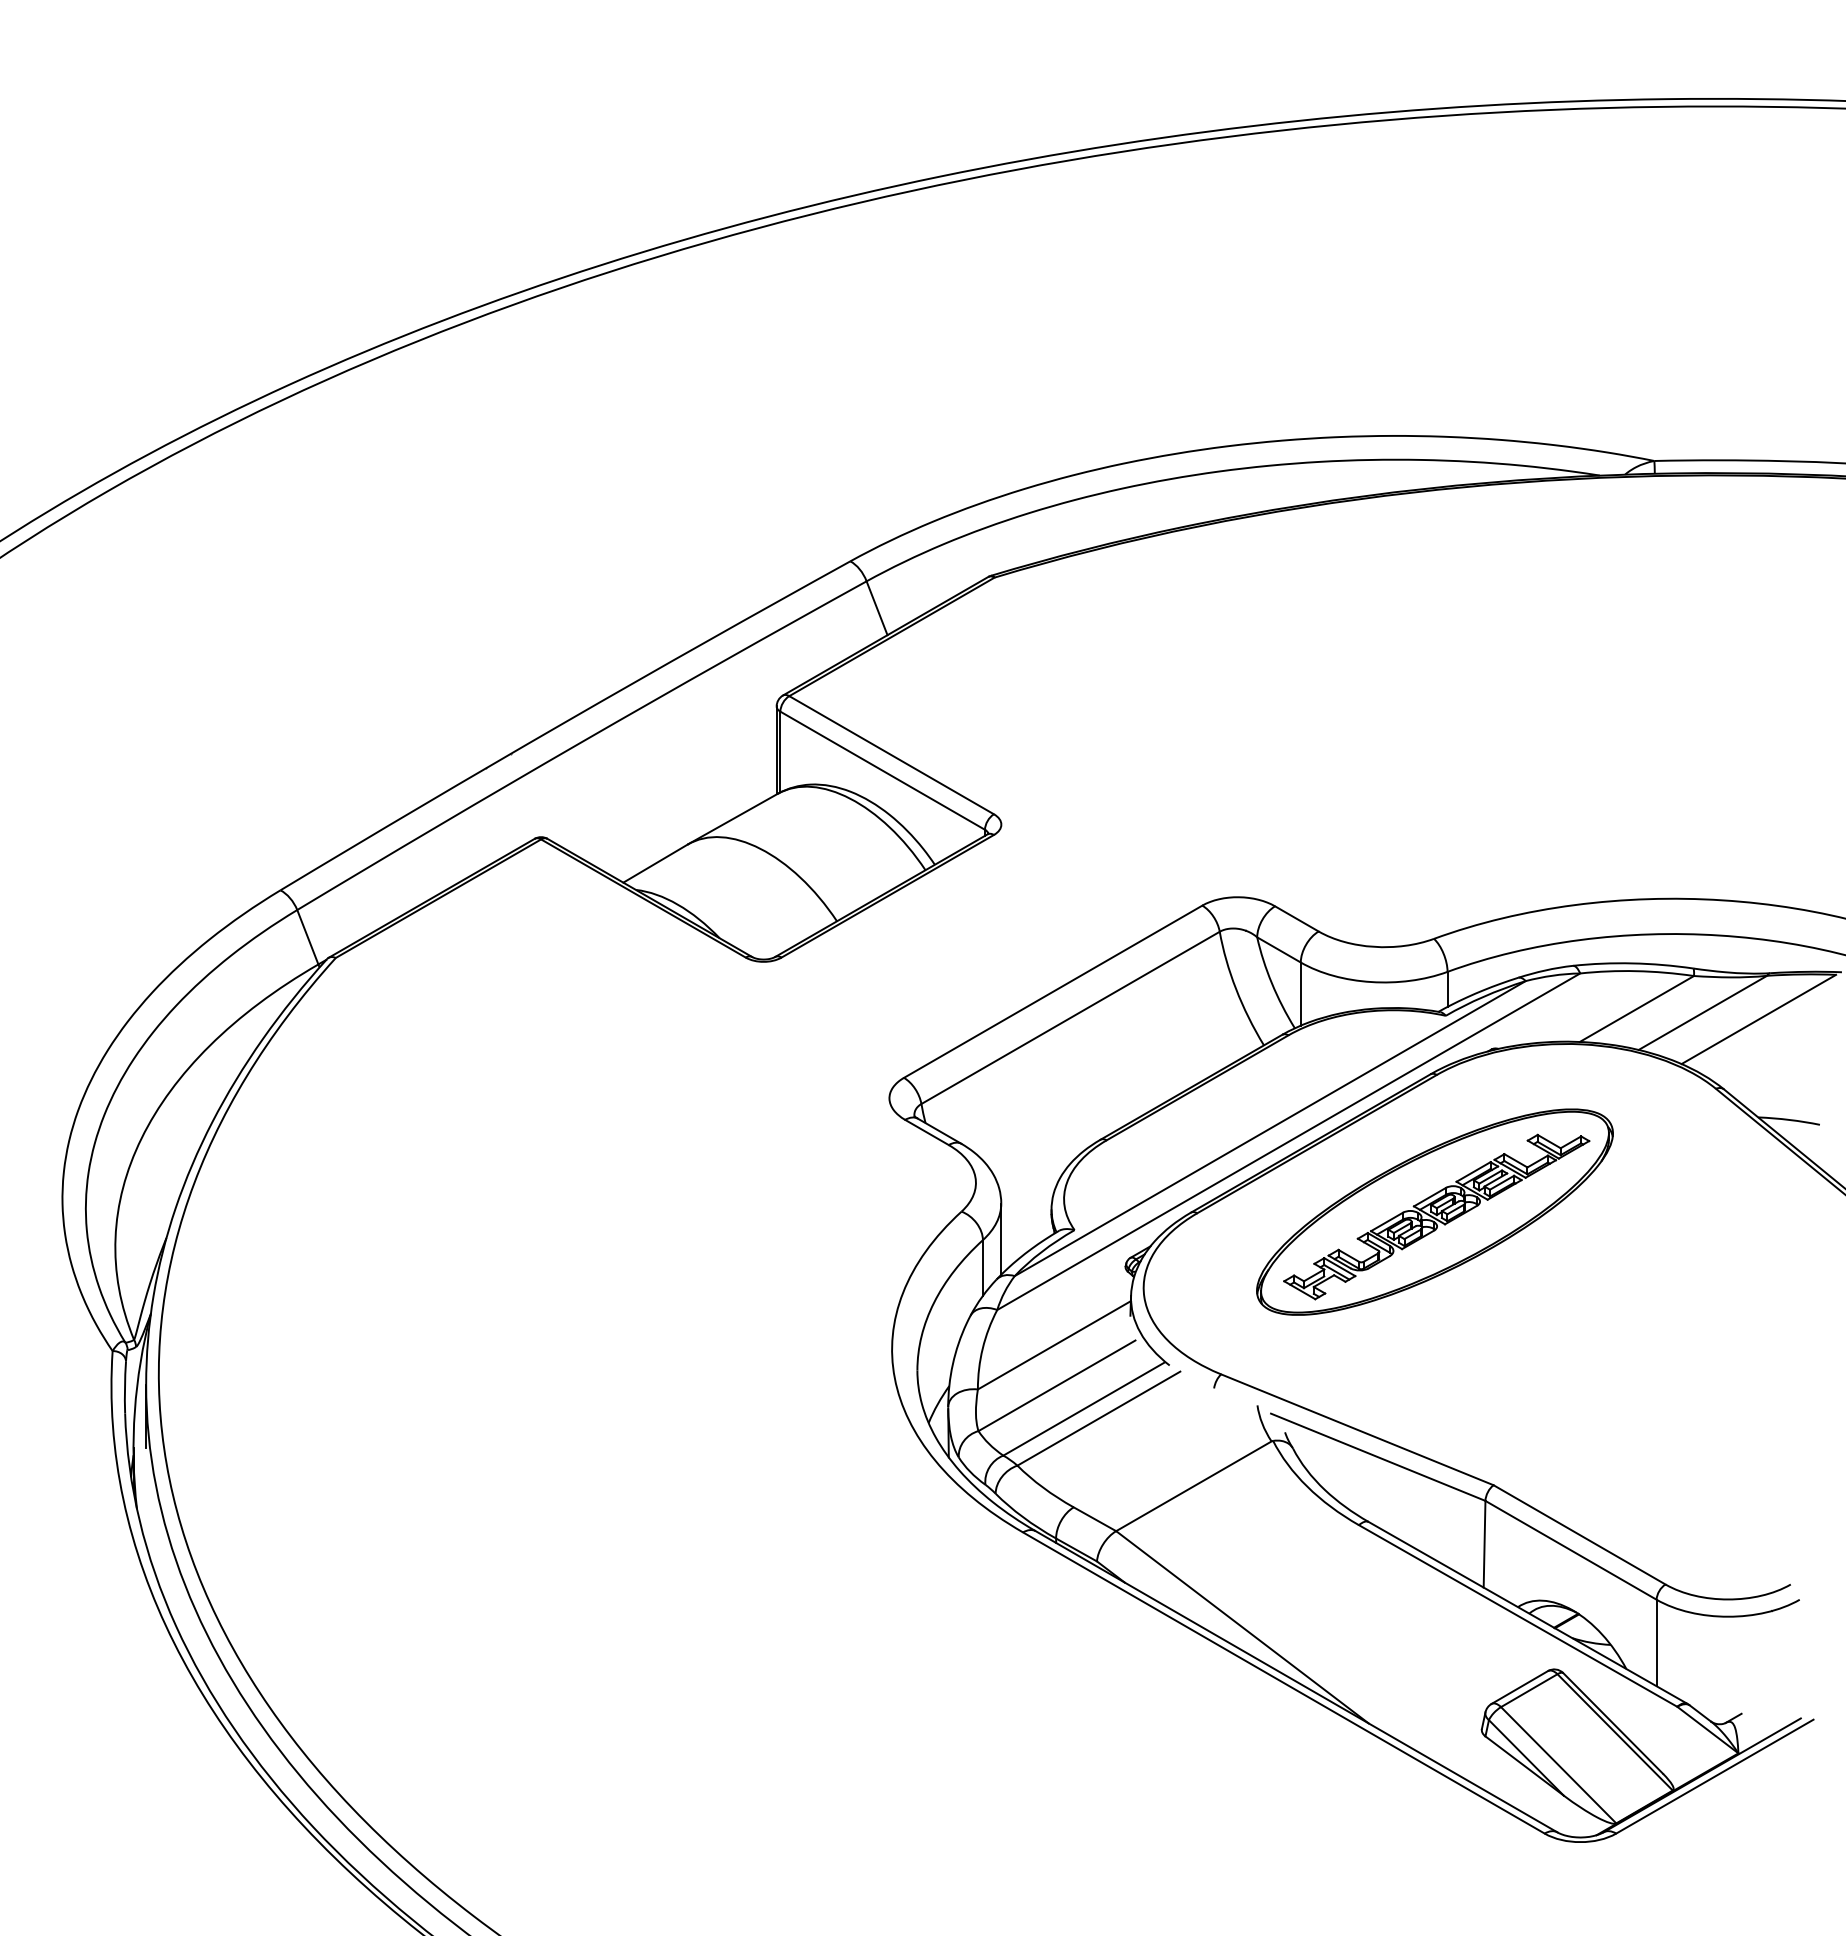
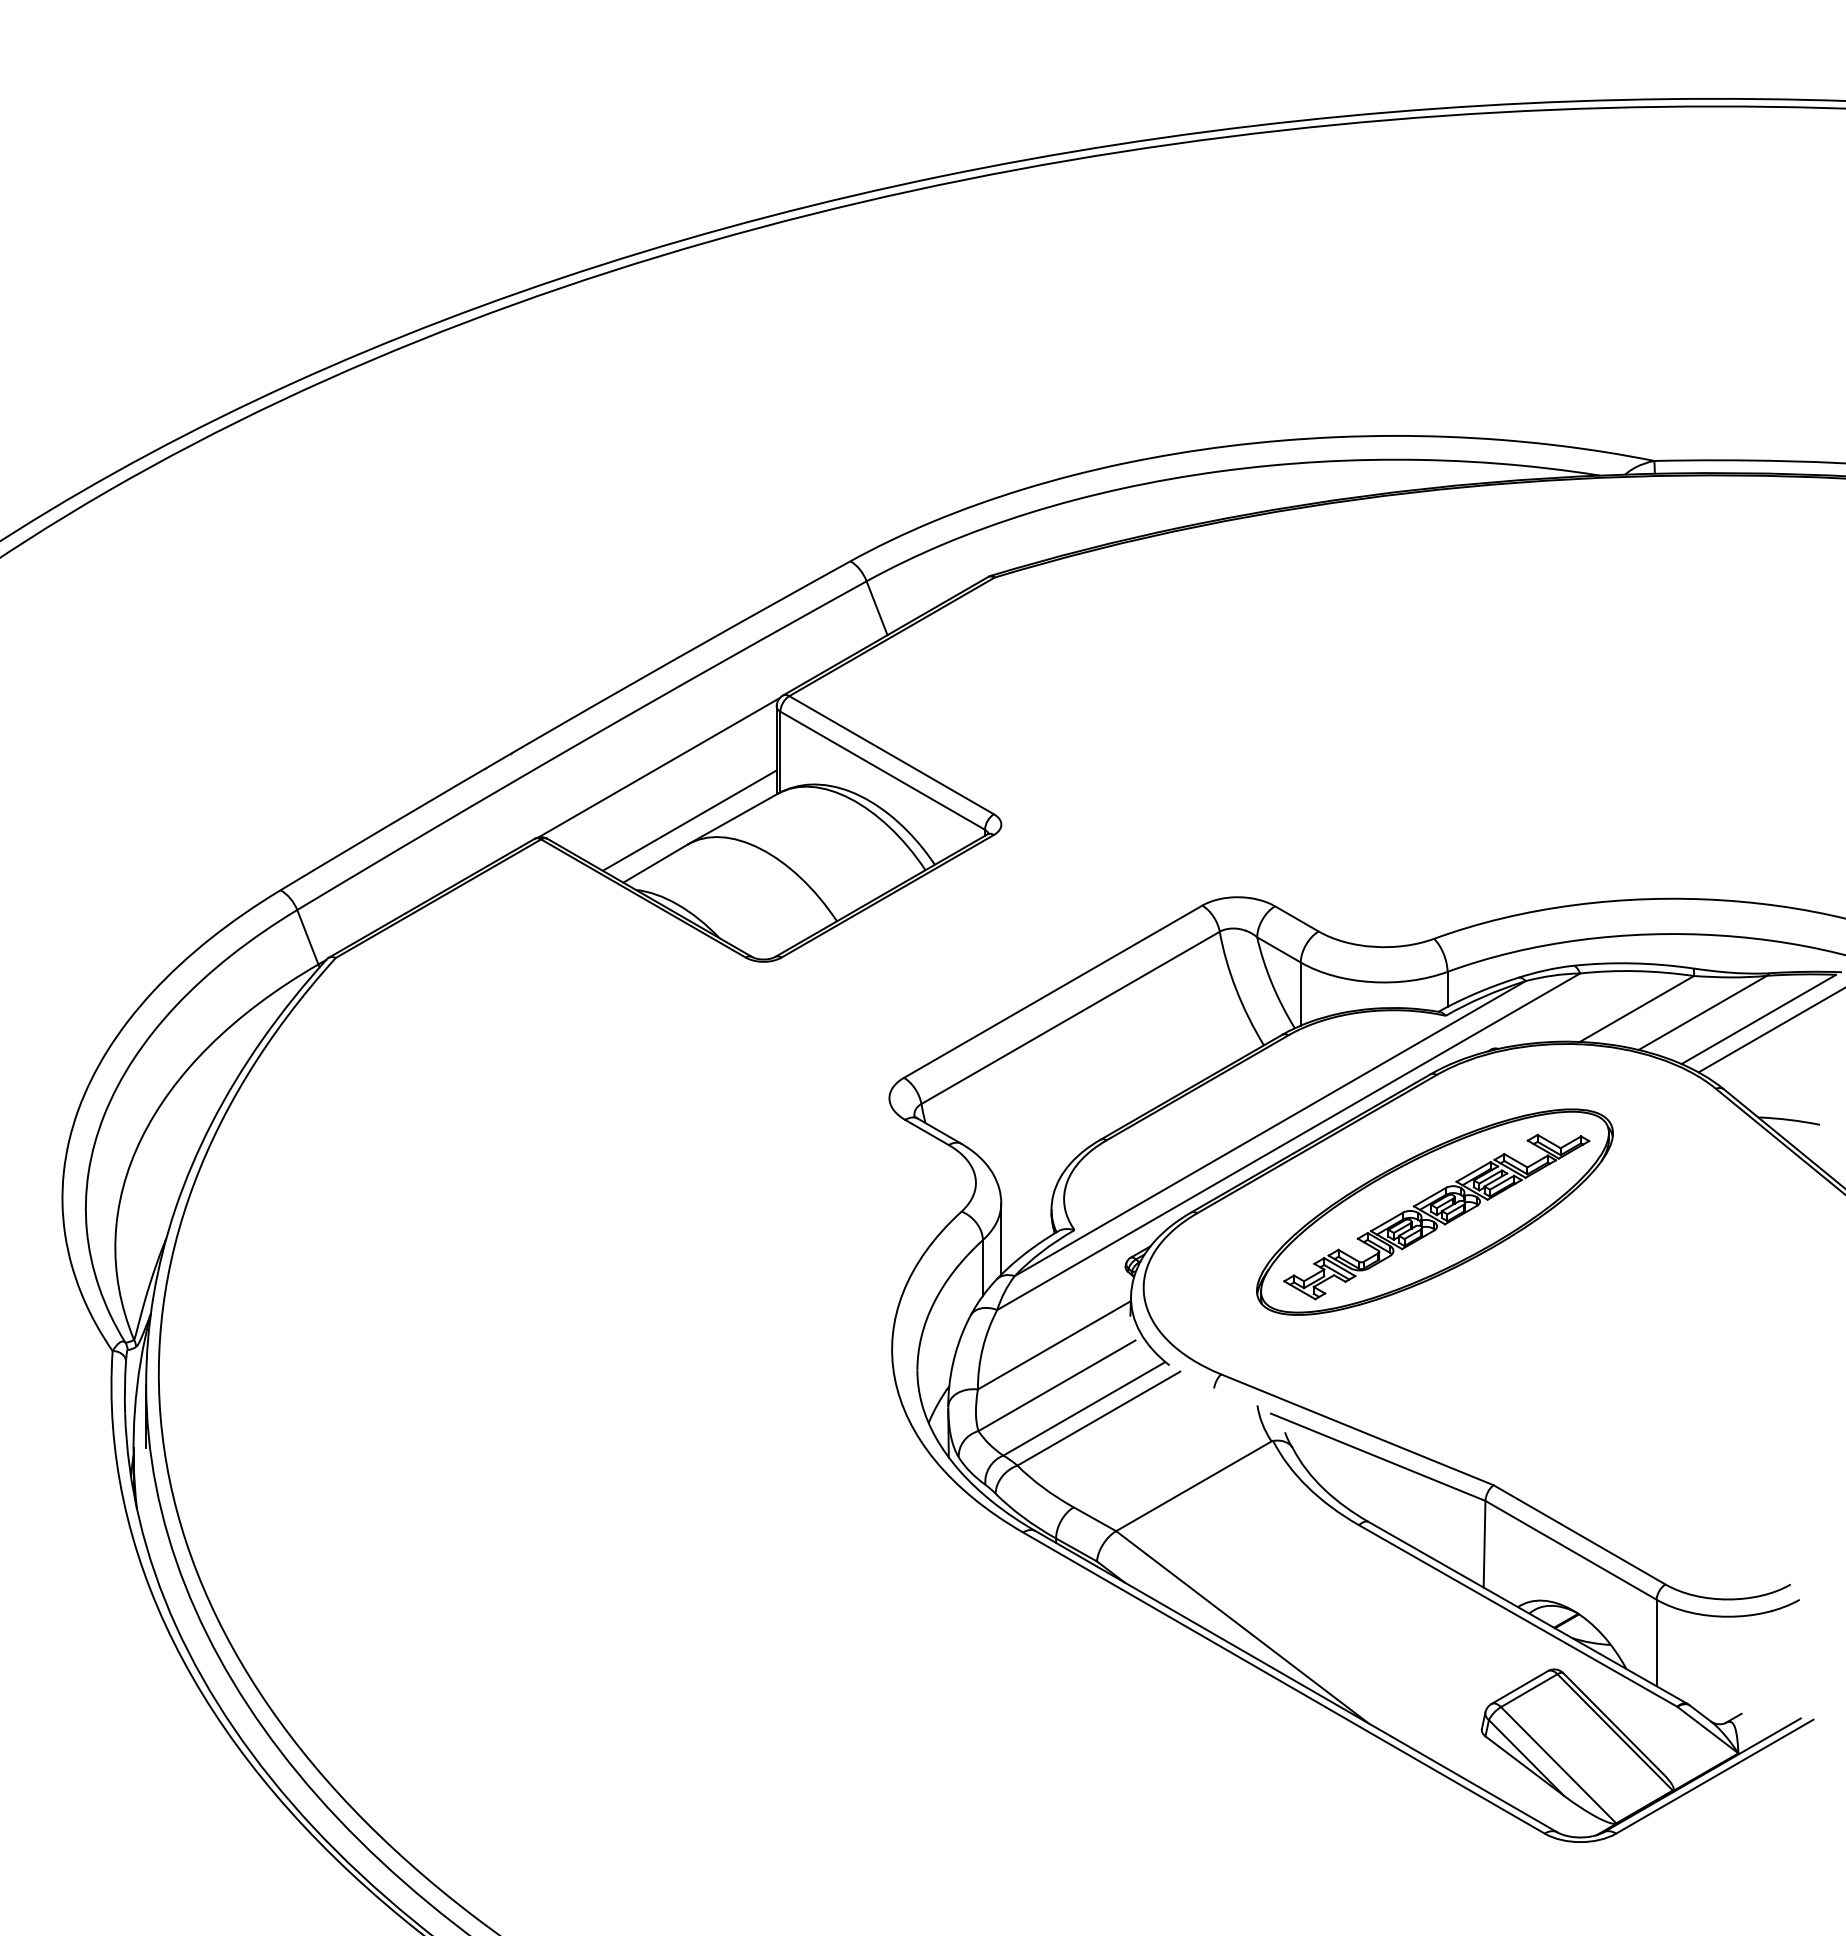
line at (658, 767): none -> present
line at (689, 820): none -> present
line at (1770, 1030): none -> present
